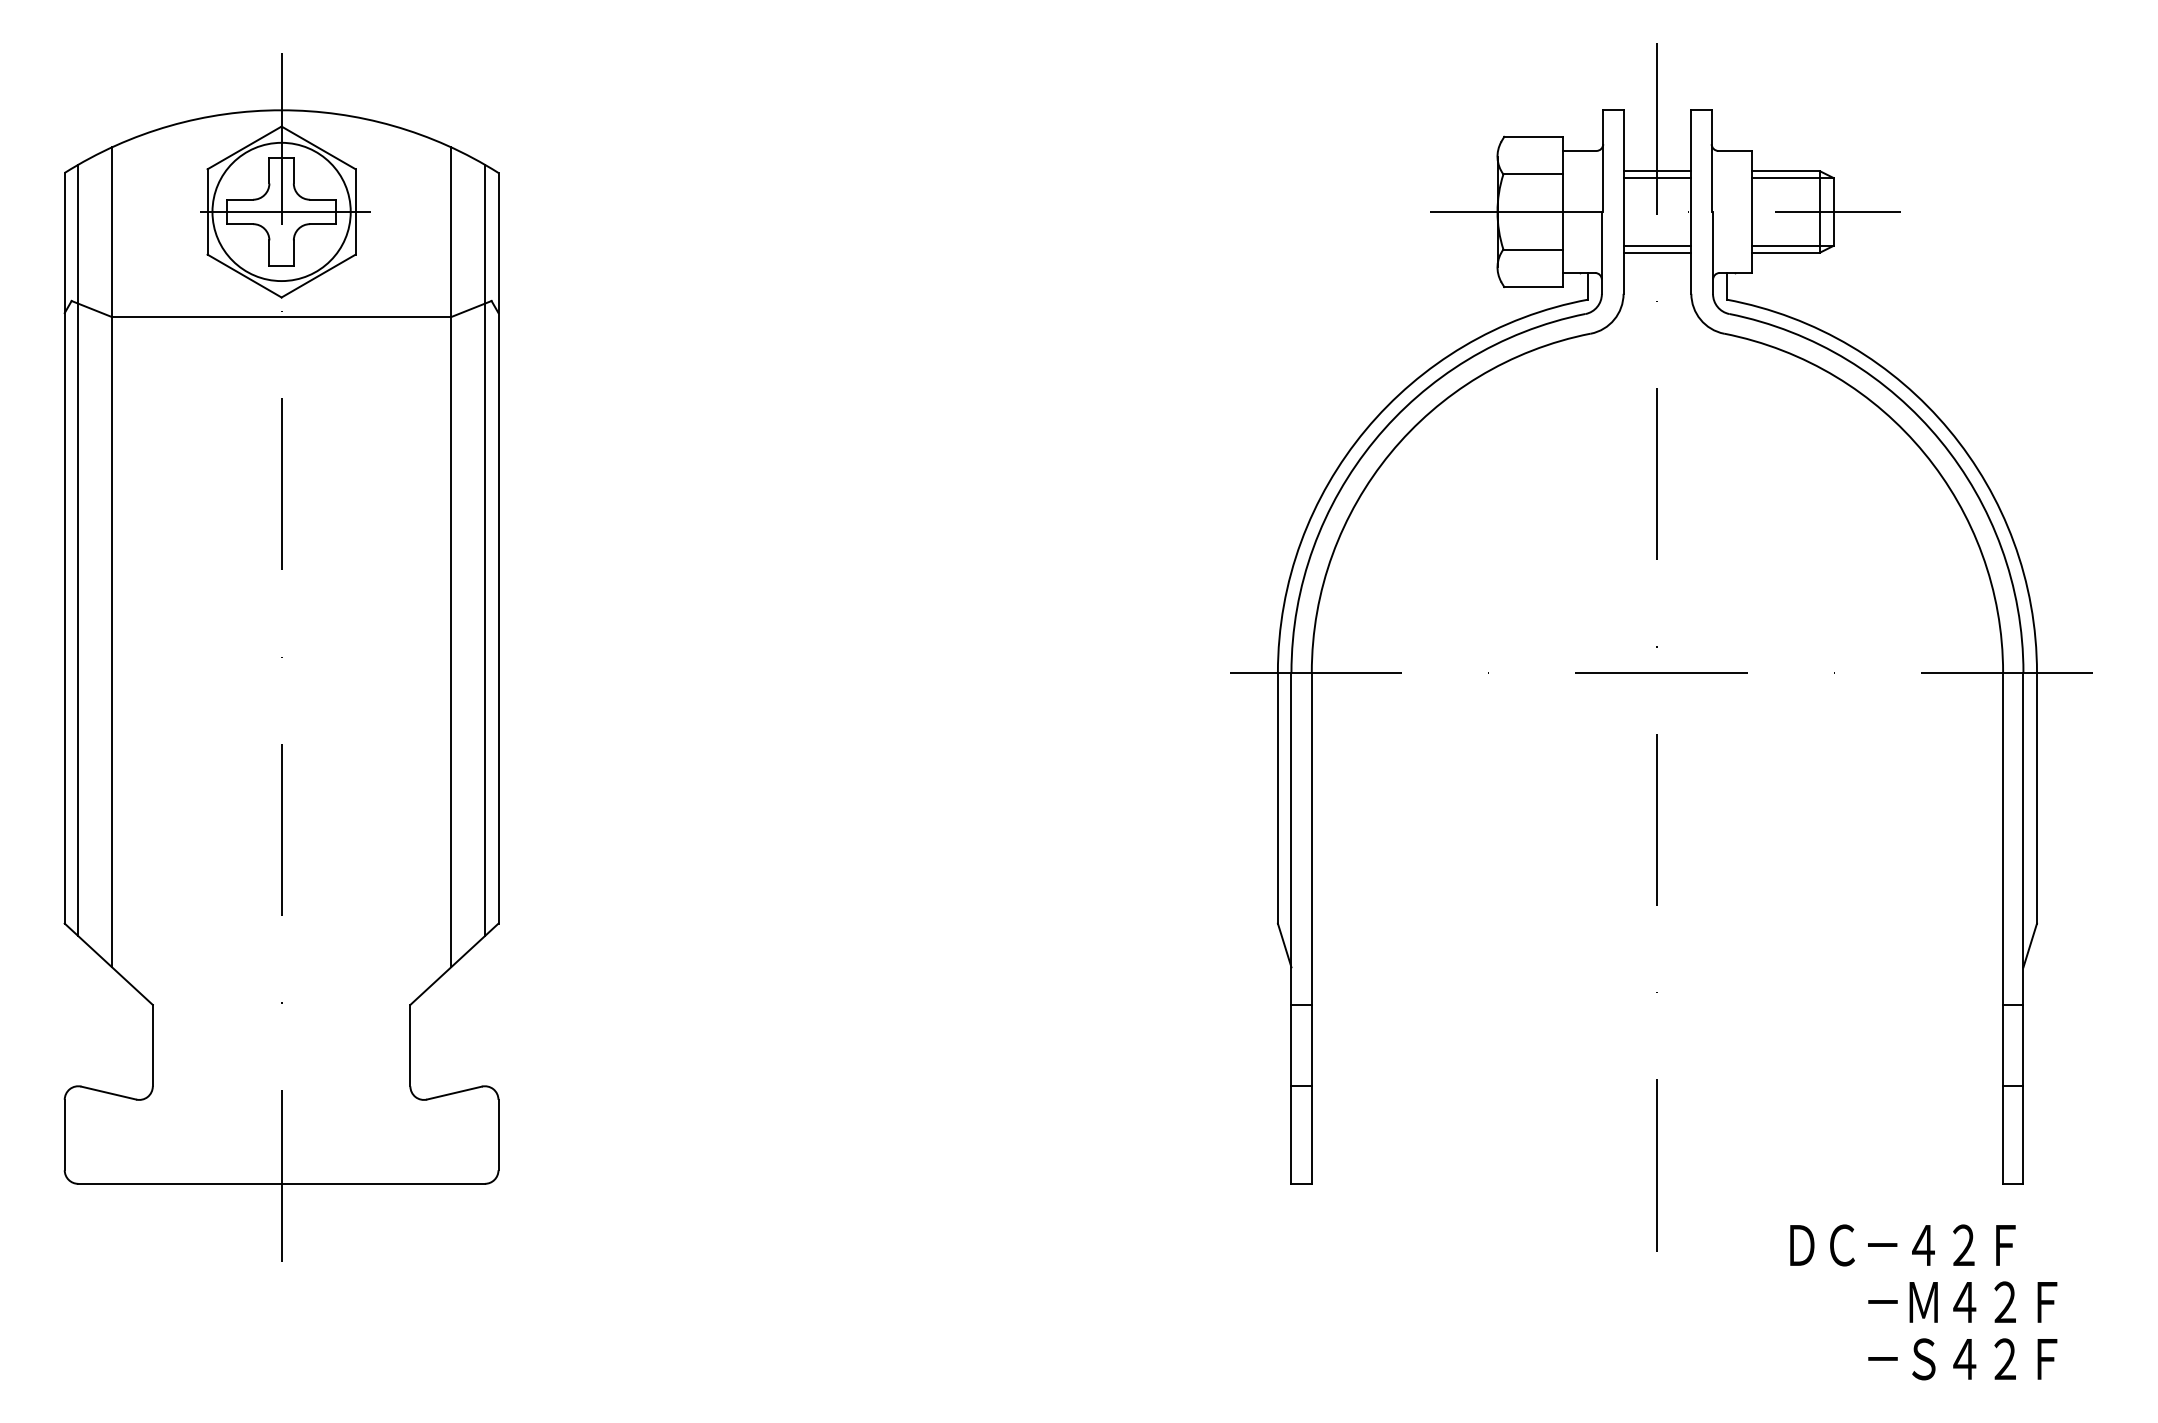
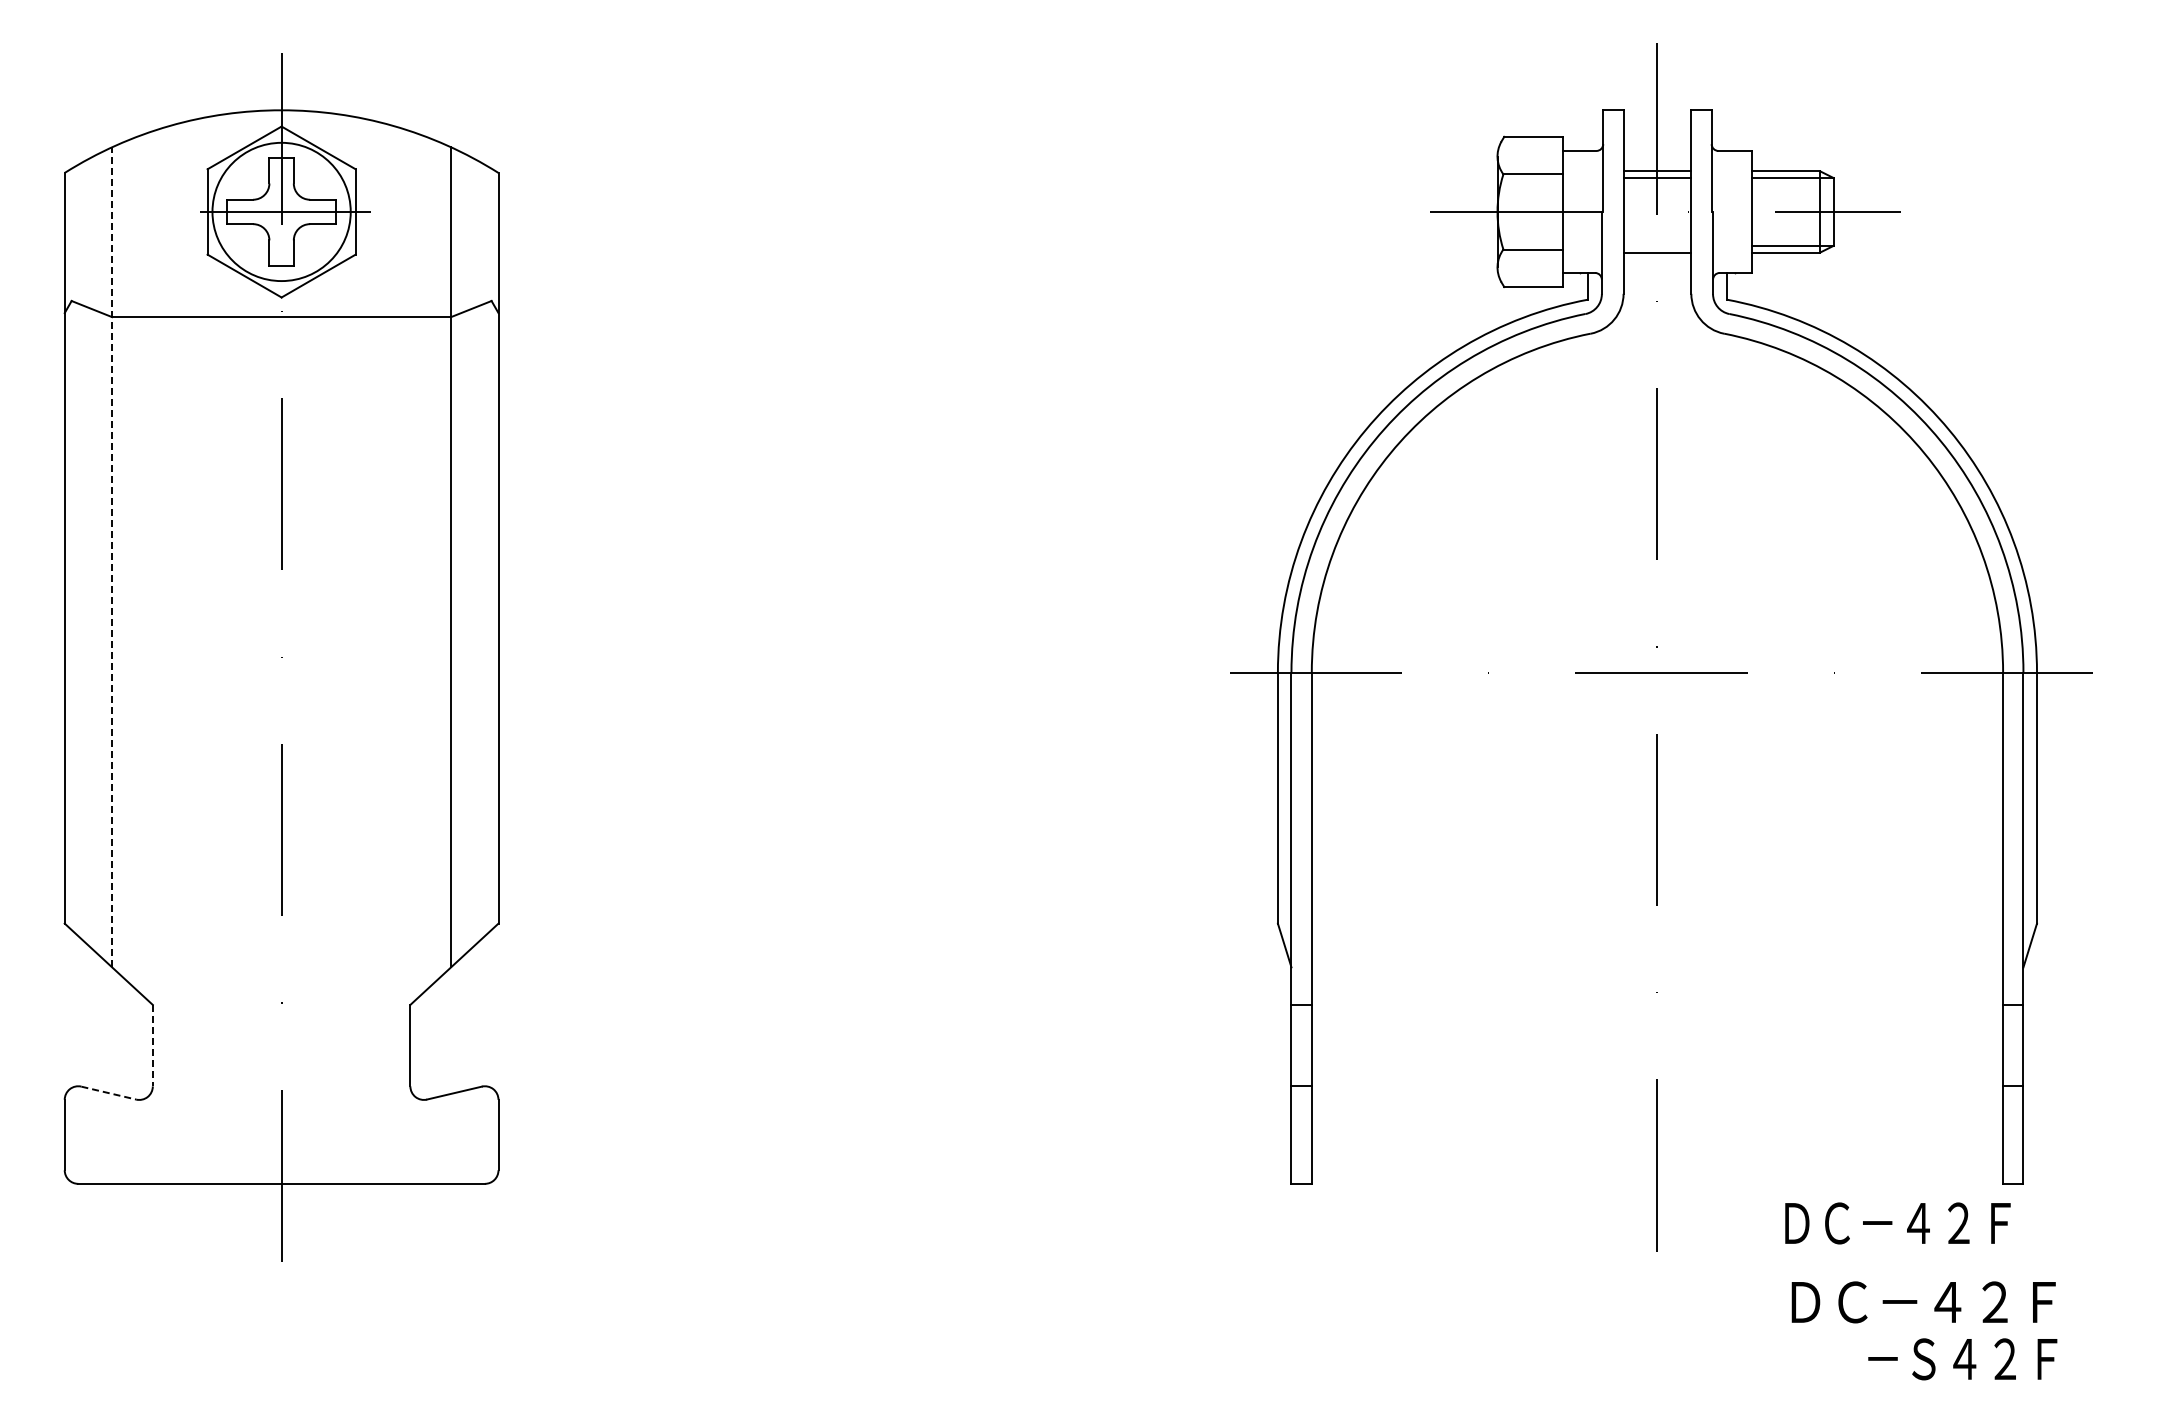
line at (1657, 245): present -> none
line at (78, 550): present -> none
line at (484, 550): present -> none
line at (112, 556): solid -> dashed
line at (152, 1045): solid -> dashed
line at (109, 1093): solid -> dashed
text at (1902, 1245) position: (1902, 1245) -> (1897, 1223)
text at (1924, 1302): －Ｍ４２Ｆ -> ＤＣ－４２Ｆ
